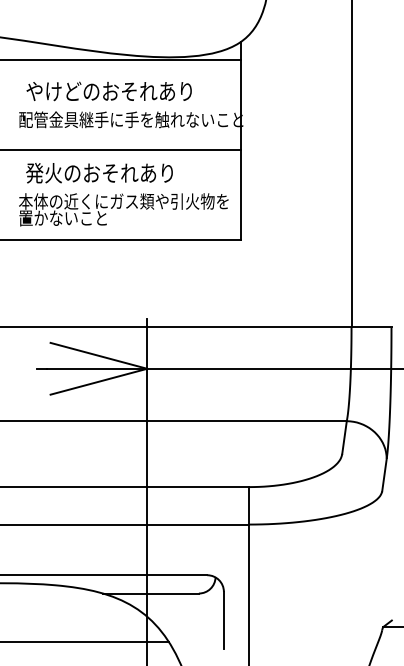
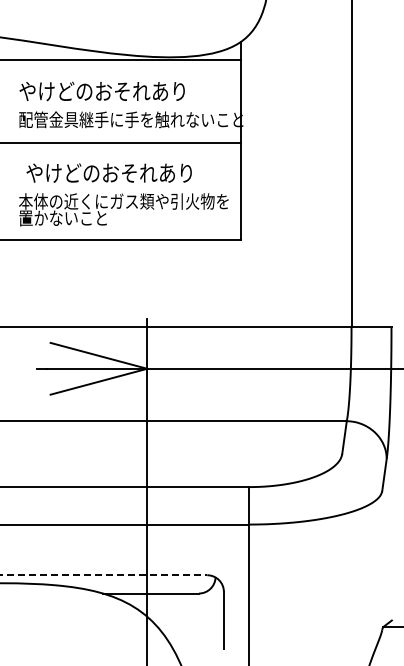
text at (108, 91) position: (108, 91) -> (101, 91)
line at (121, 150) position: (121, 150) -> (121, 143)
text at (108, 173): 発火のおそれあり -> やけどのおそれあり
line at (104, 575): solid -> dashed
line at (85, 641): present -> none
